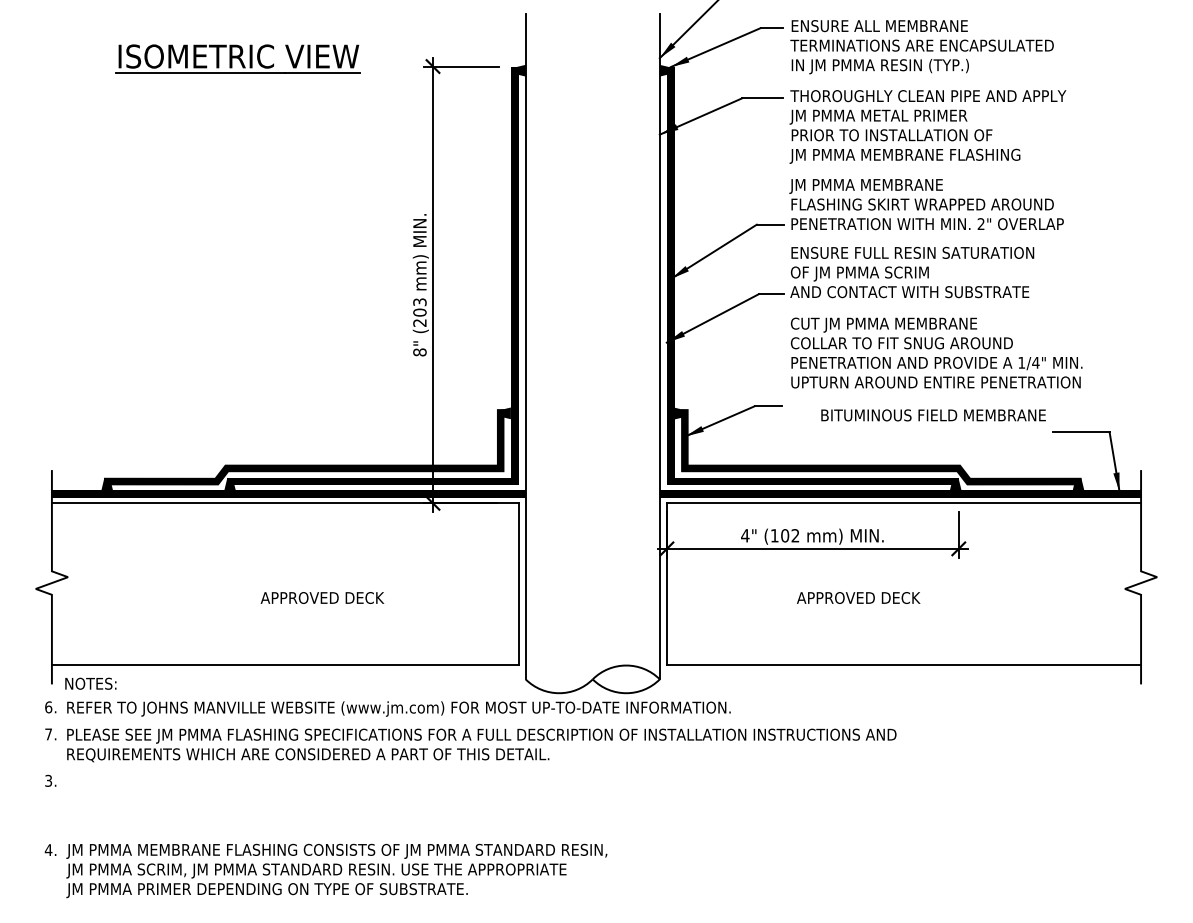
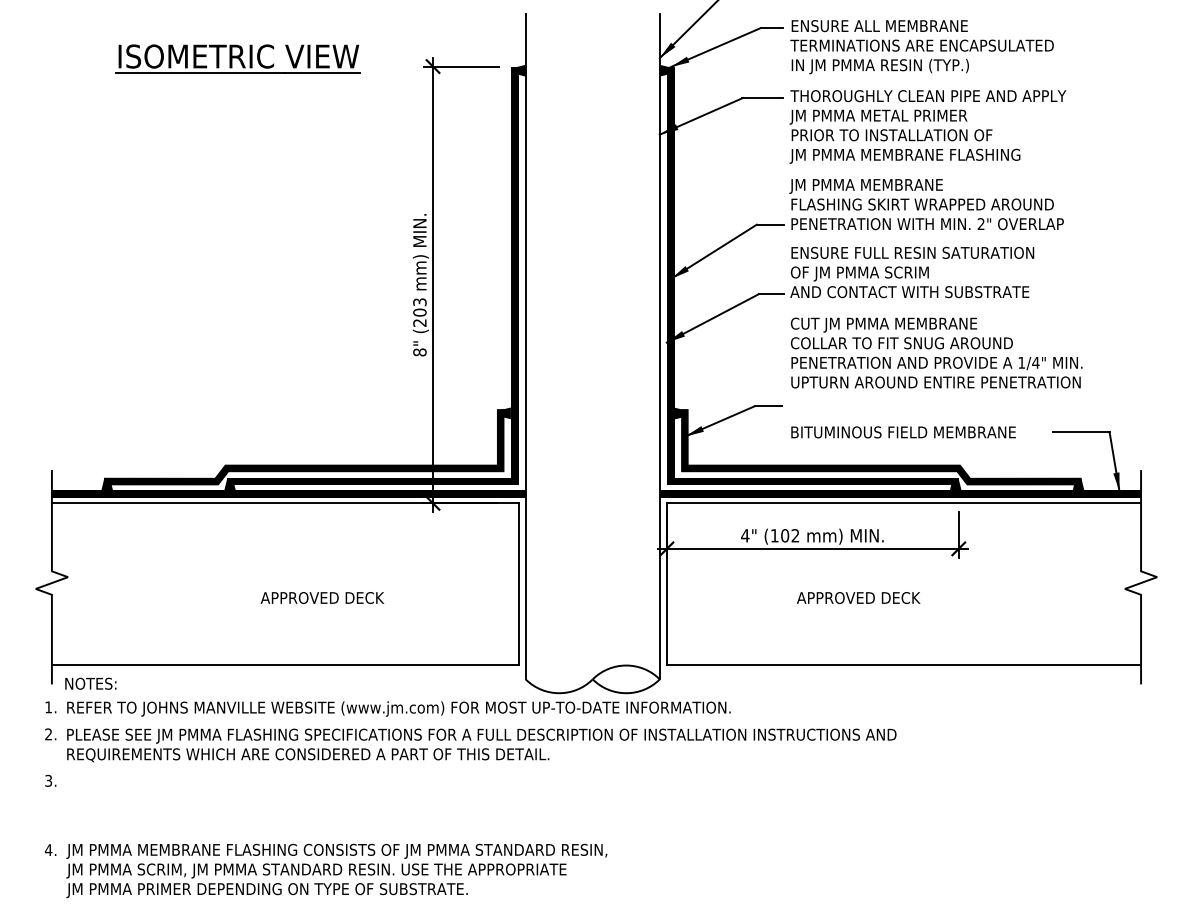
text at (933, 415) position: (933, 415) -> (903, 432)
text at (48, 707): 6. -> 1.
text at (48, 734): 7. -> 2.
